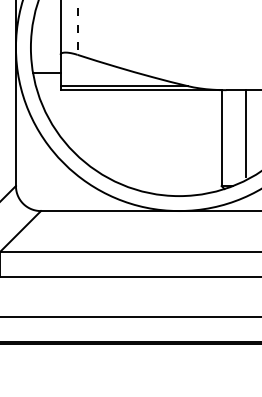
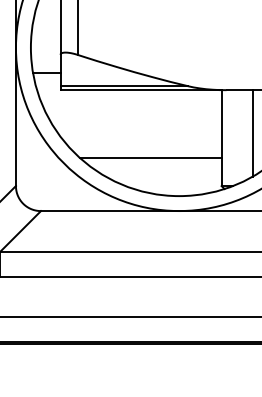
line at (77, 28): dashed -> solid
line at (245, 133) position: (245, 133) -> (252, 133)
line at (150, 157): none -> present
